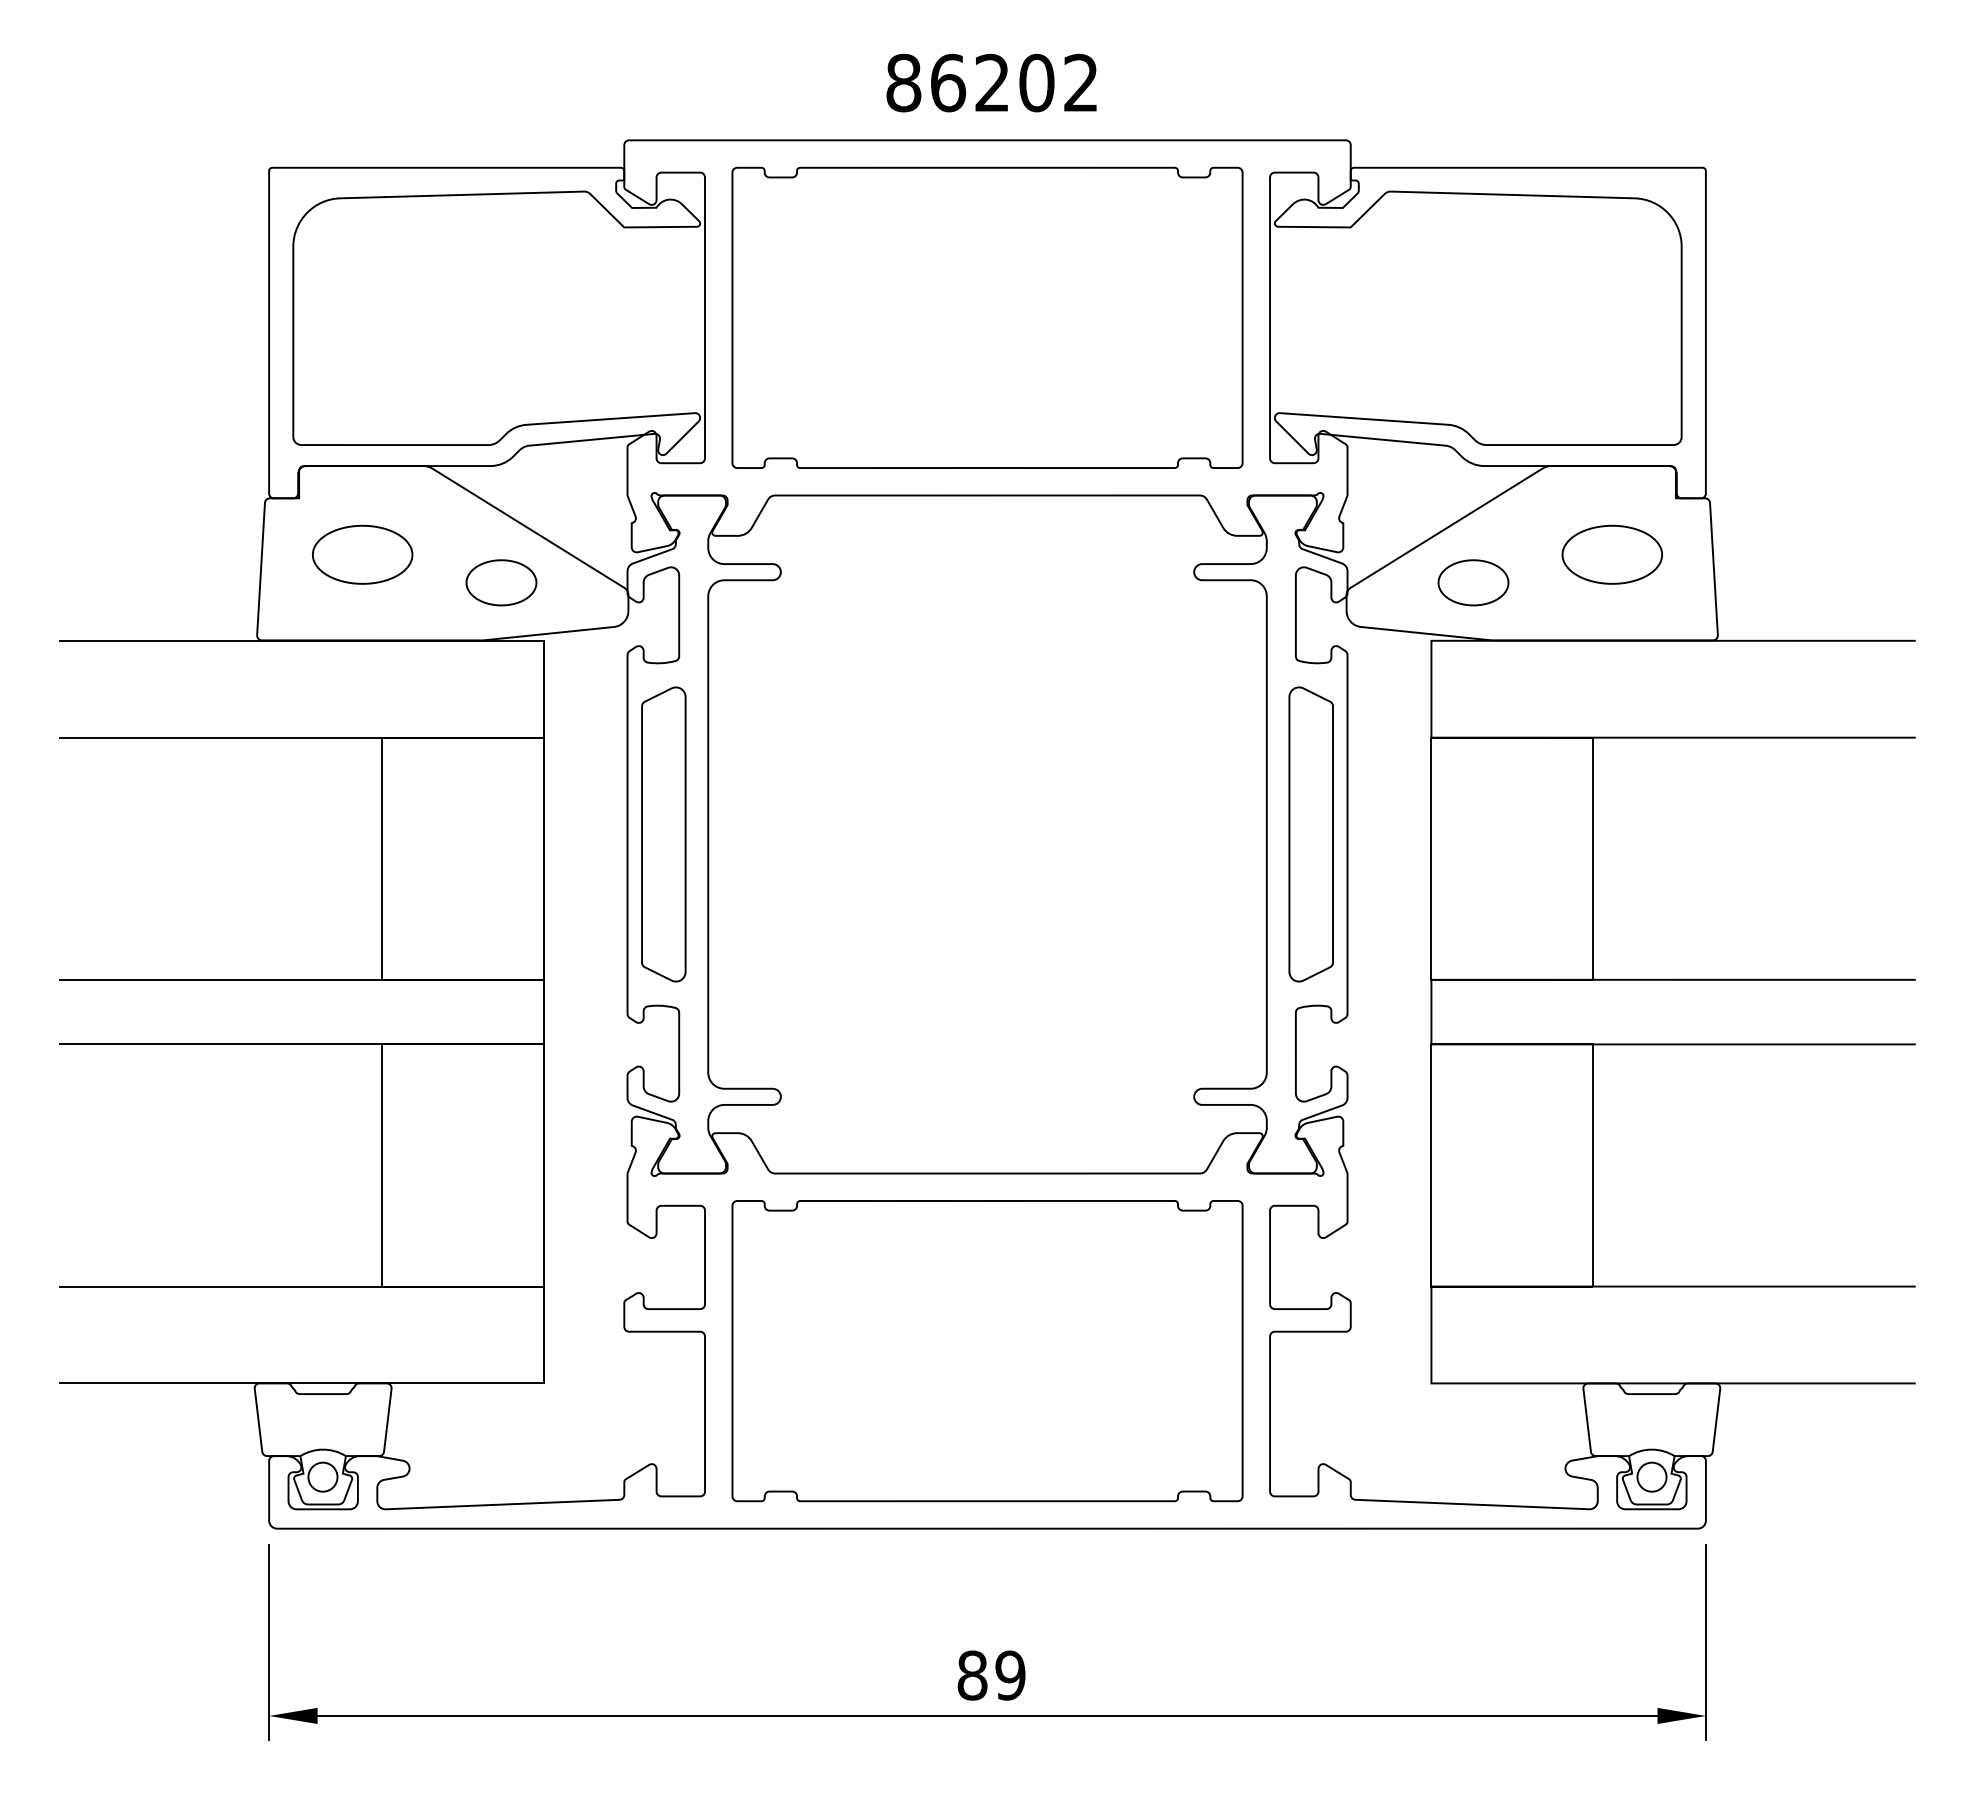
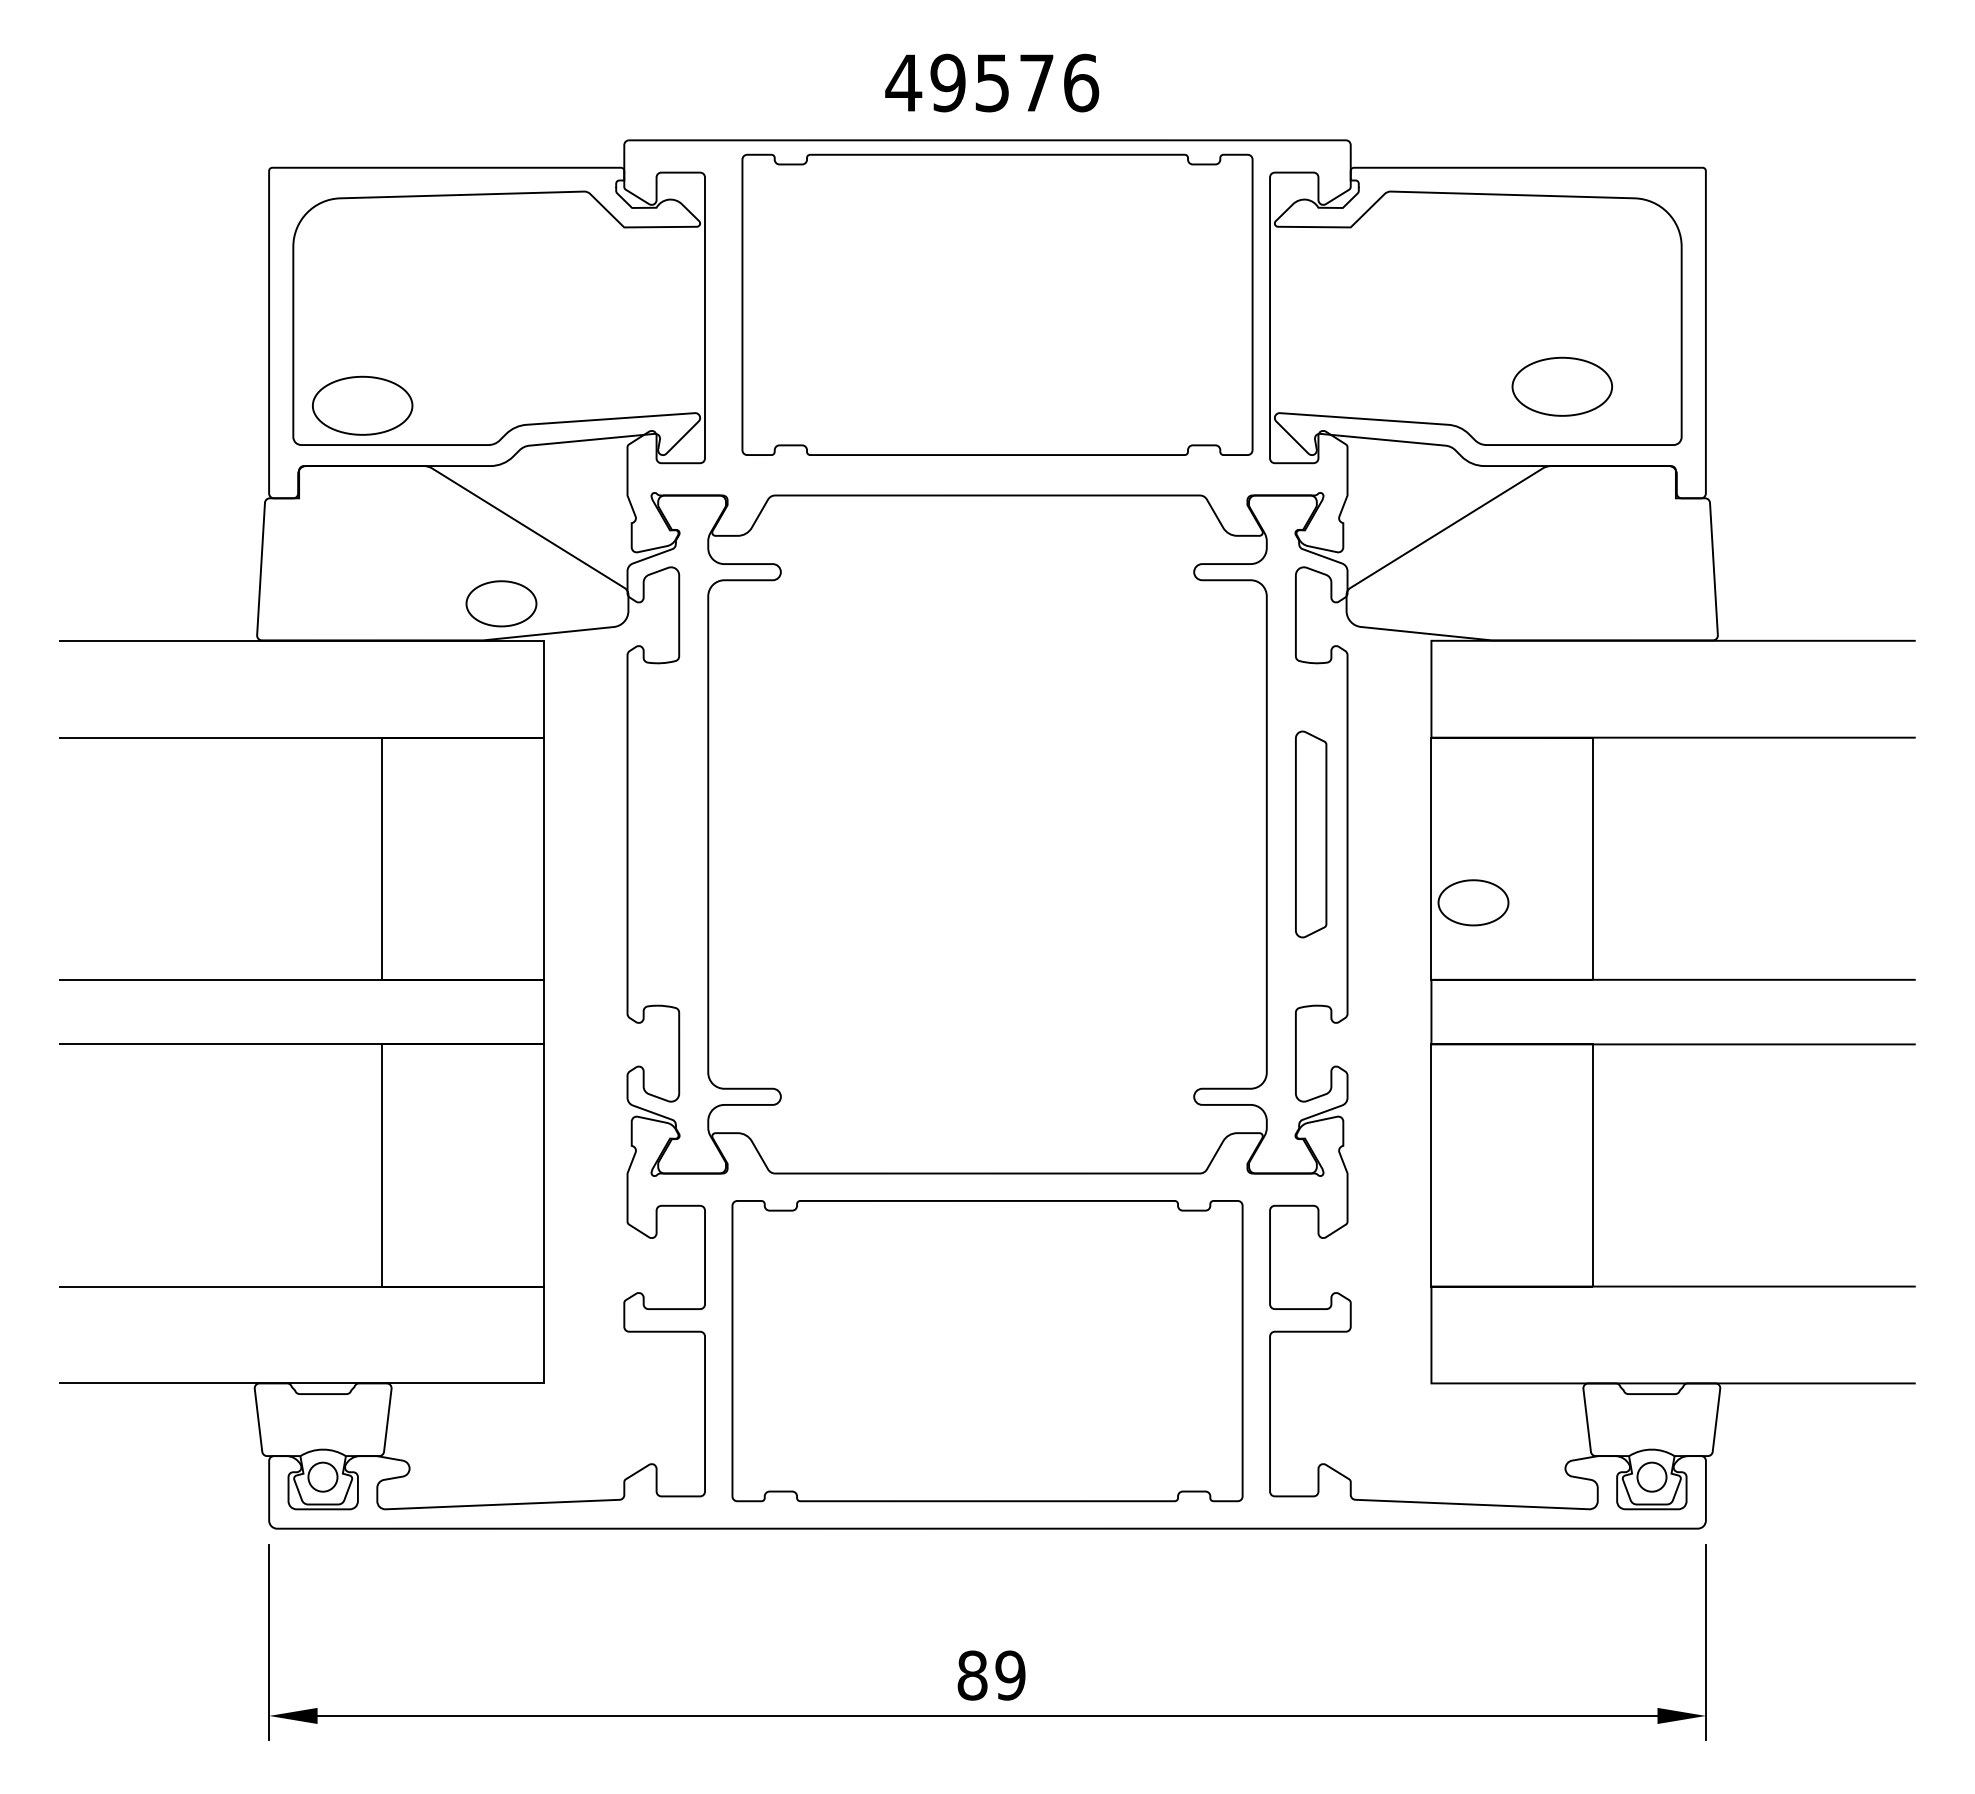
text at (992, 82): 86202 -> 49576
part at (987, 317) position: (987, 317) -> (997, 304)
part at (362, 554) position: (362, 554) -> (362, 405)
part at (1611, 554) position: (1611, 554) -> (1561, 386)
part at (501, 582) position: (501, 582) -> (501, 603)
part at (1473, 582) position: (1473, 582) -> (1473, 902)
part at (663, 834): present -> none
part at (1310, 834) size: 46x297 px -> 33x209 px
